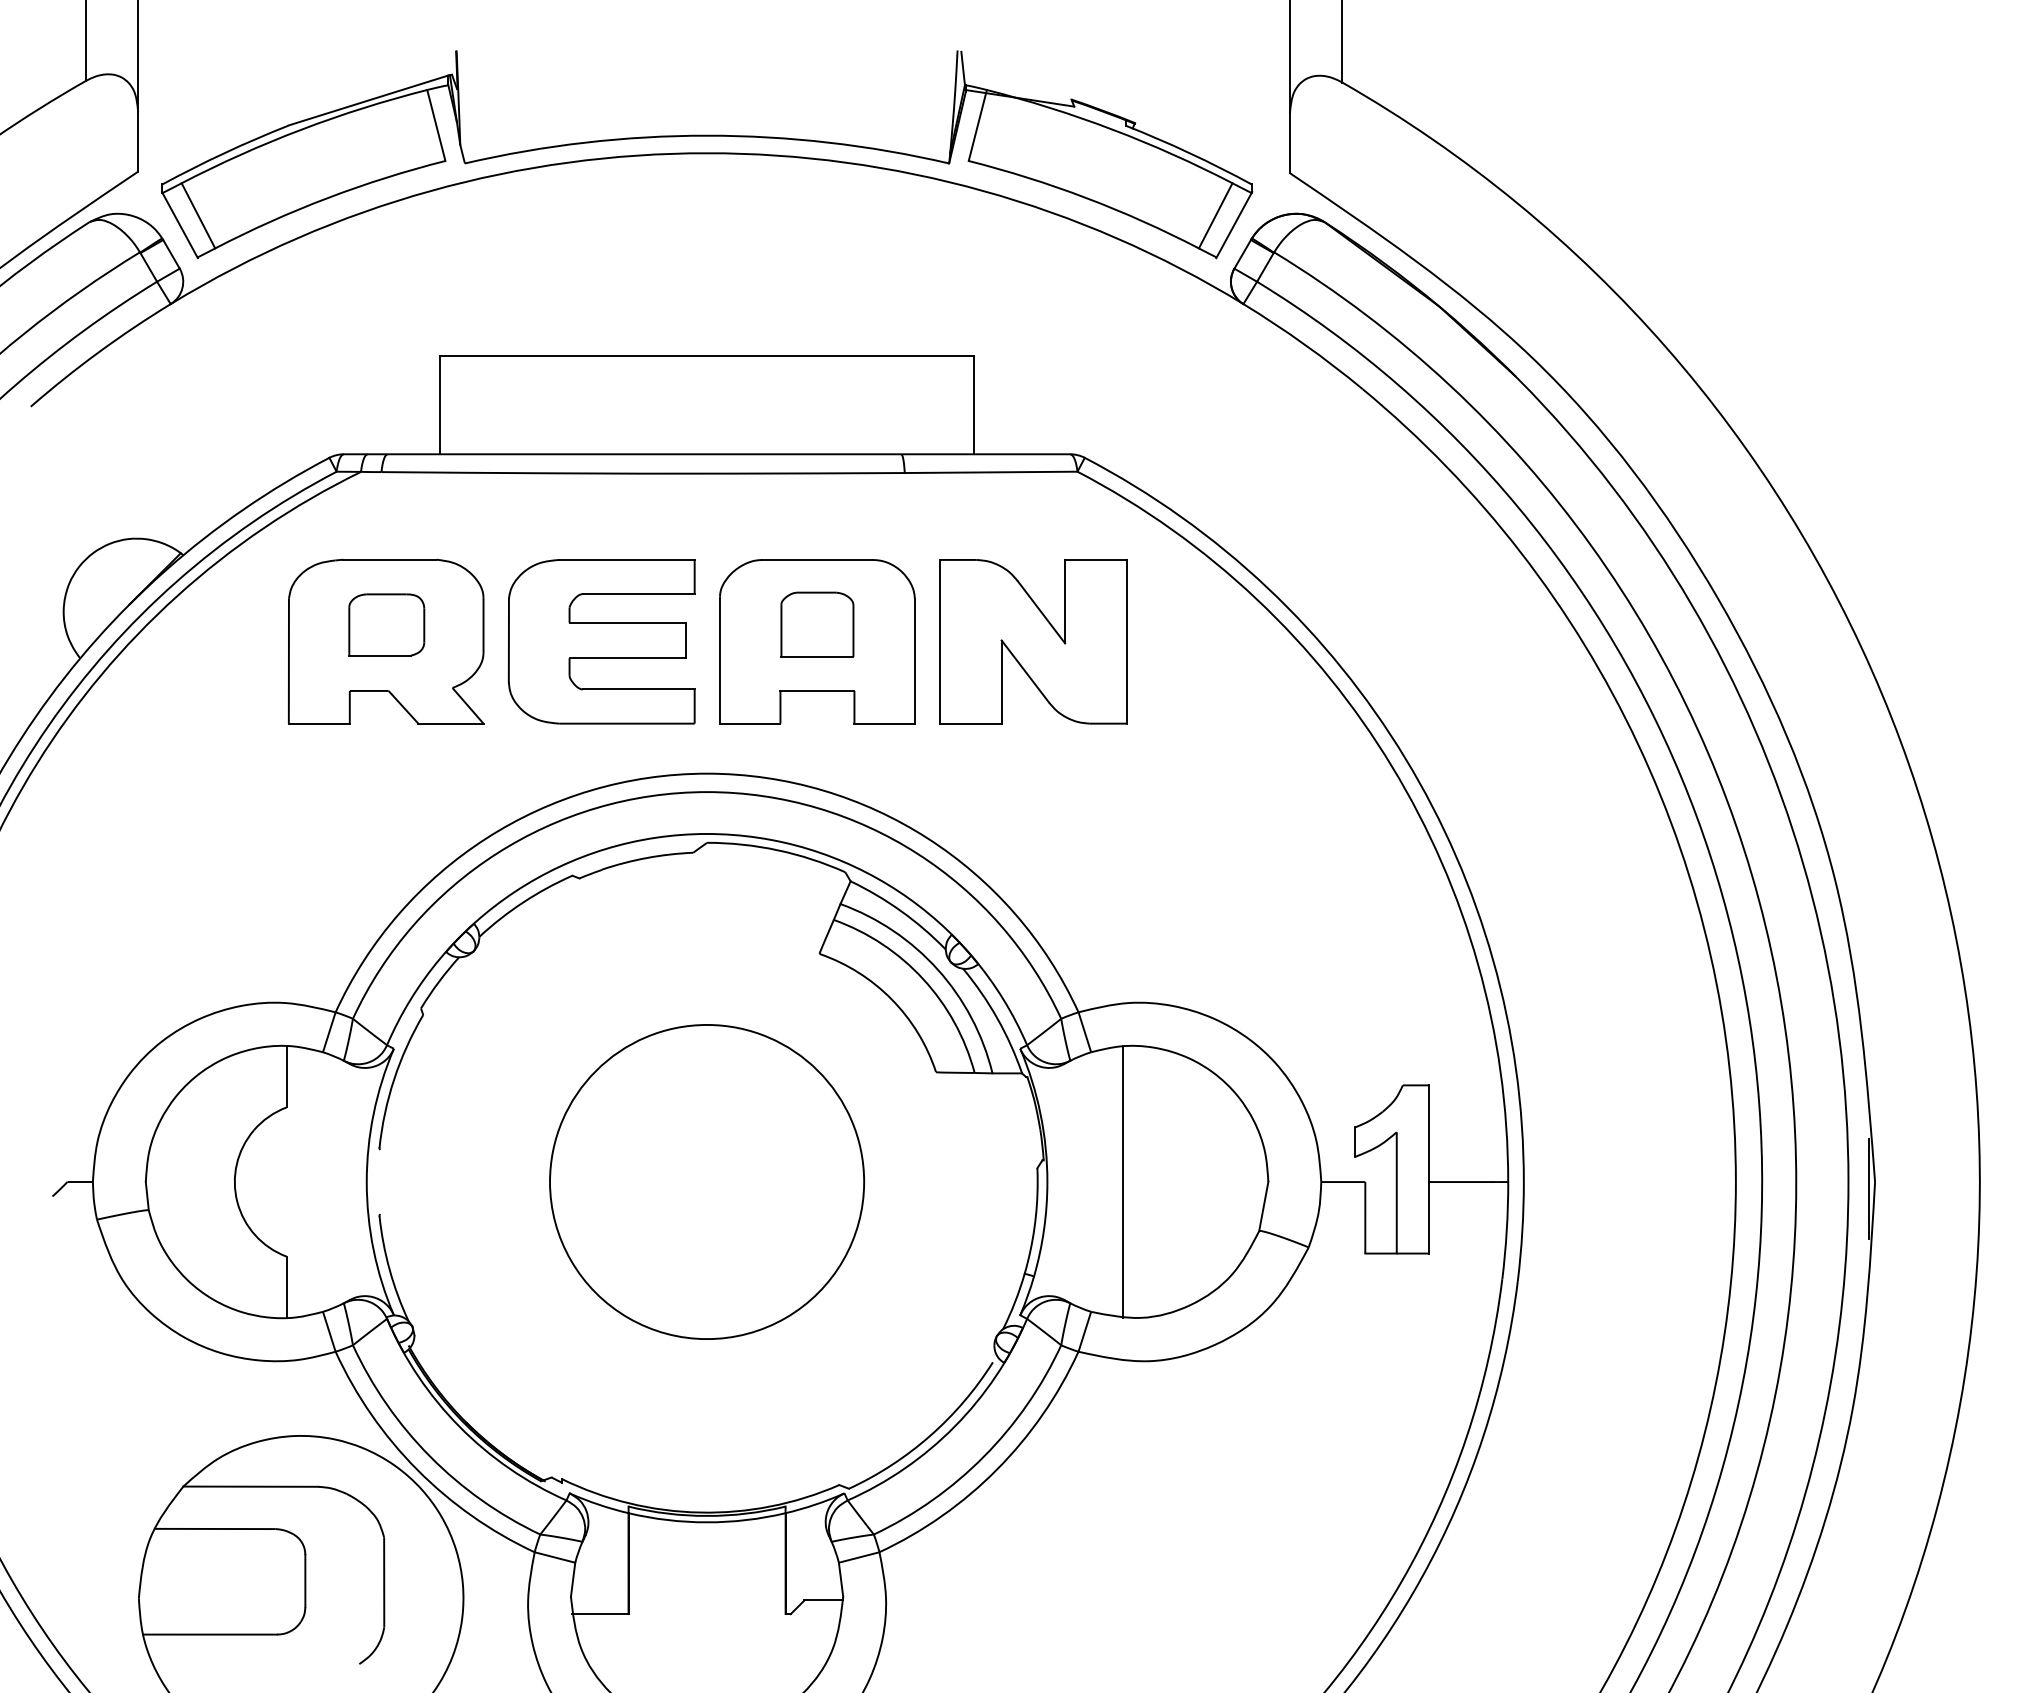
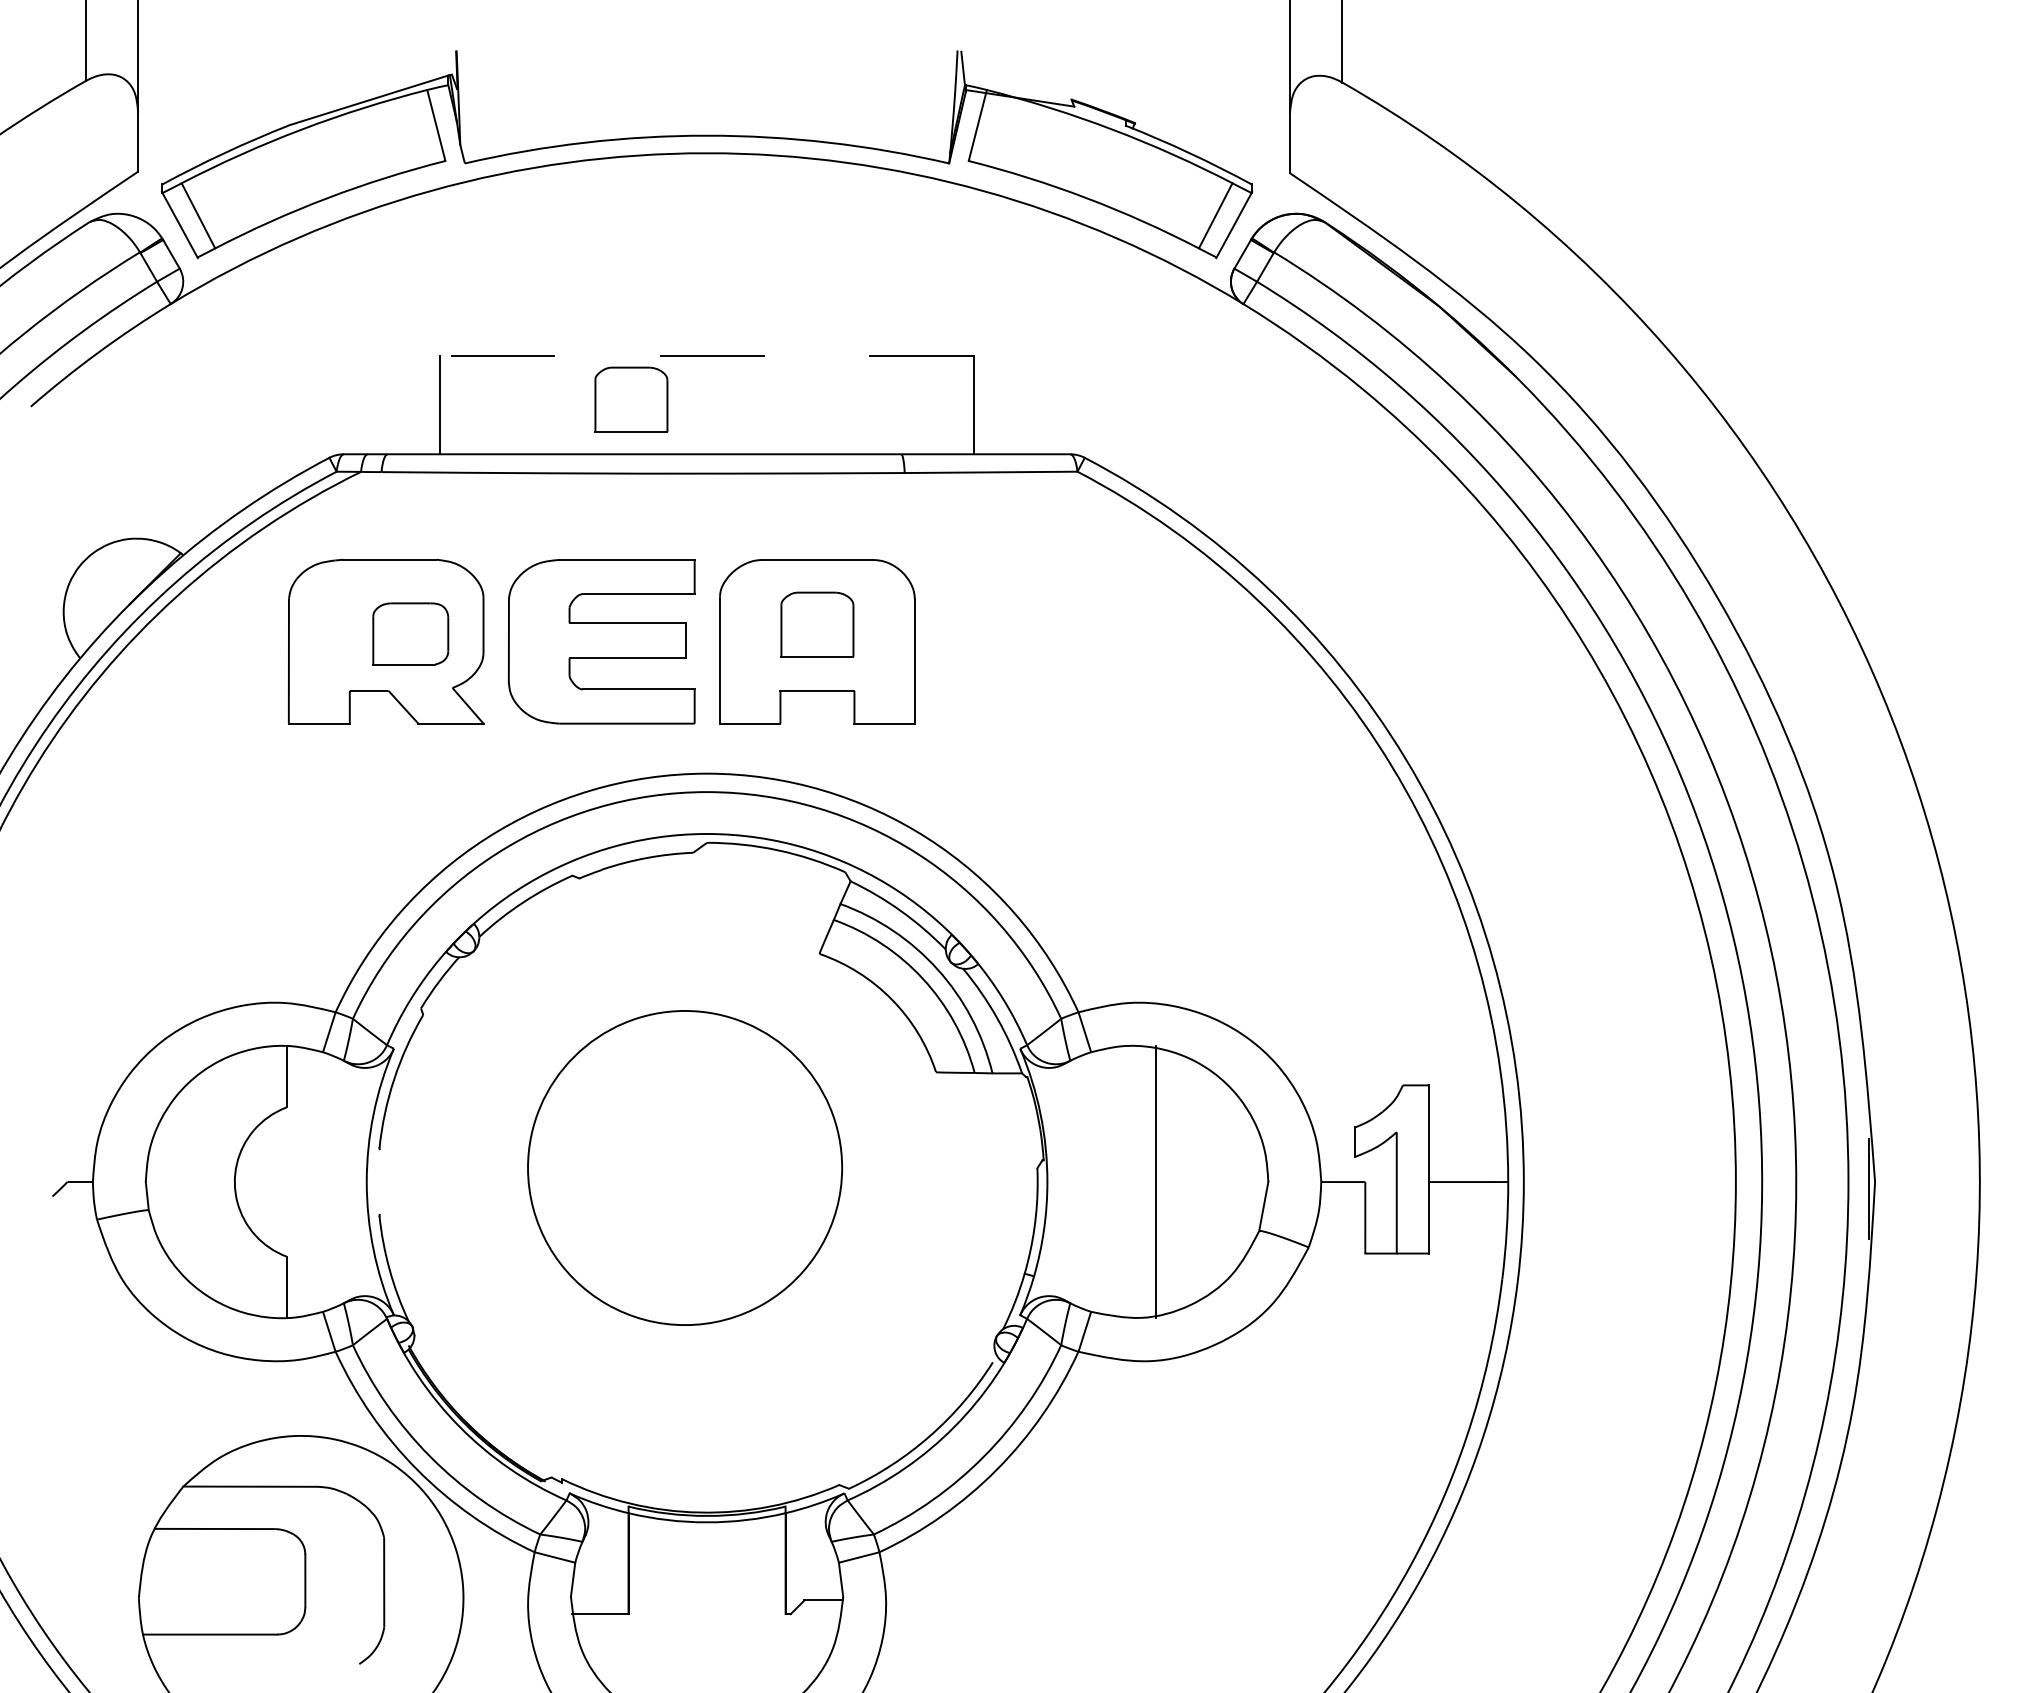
line at (706, 355): solid -> dashed
part at (631, 399): none -> present
part at (386, 624) position: (386, 624) -> (410, 633)
part at (1033, 641): present -> none
part at (707, 1181) position: (707, 1181) -> (685, 1167)
line at (1122, 1181) position: (1122, 1181) -> (1155, 1181)
